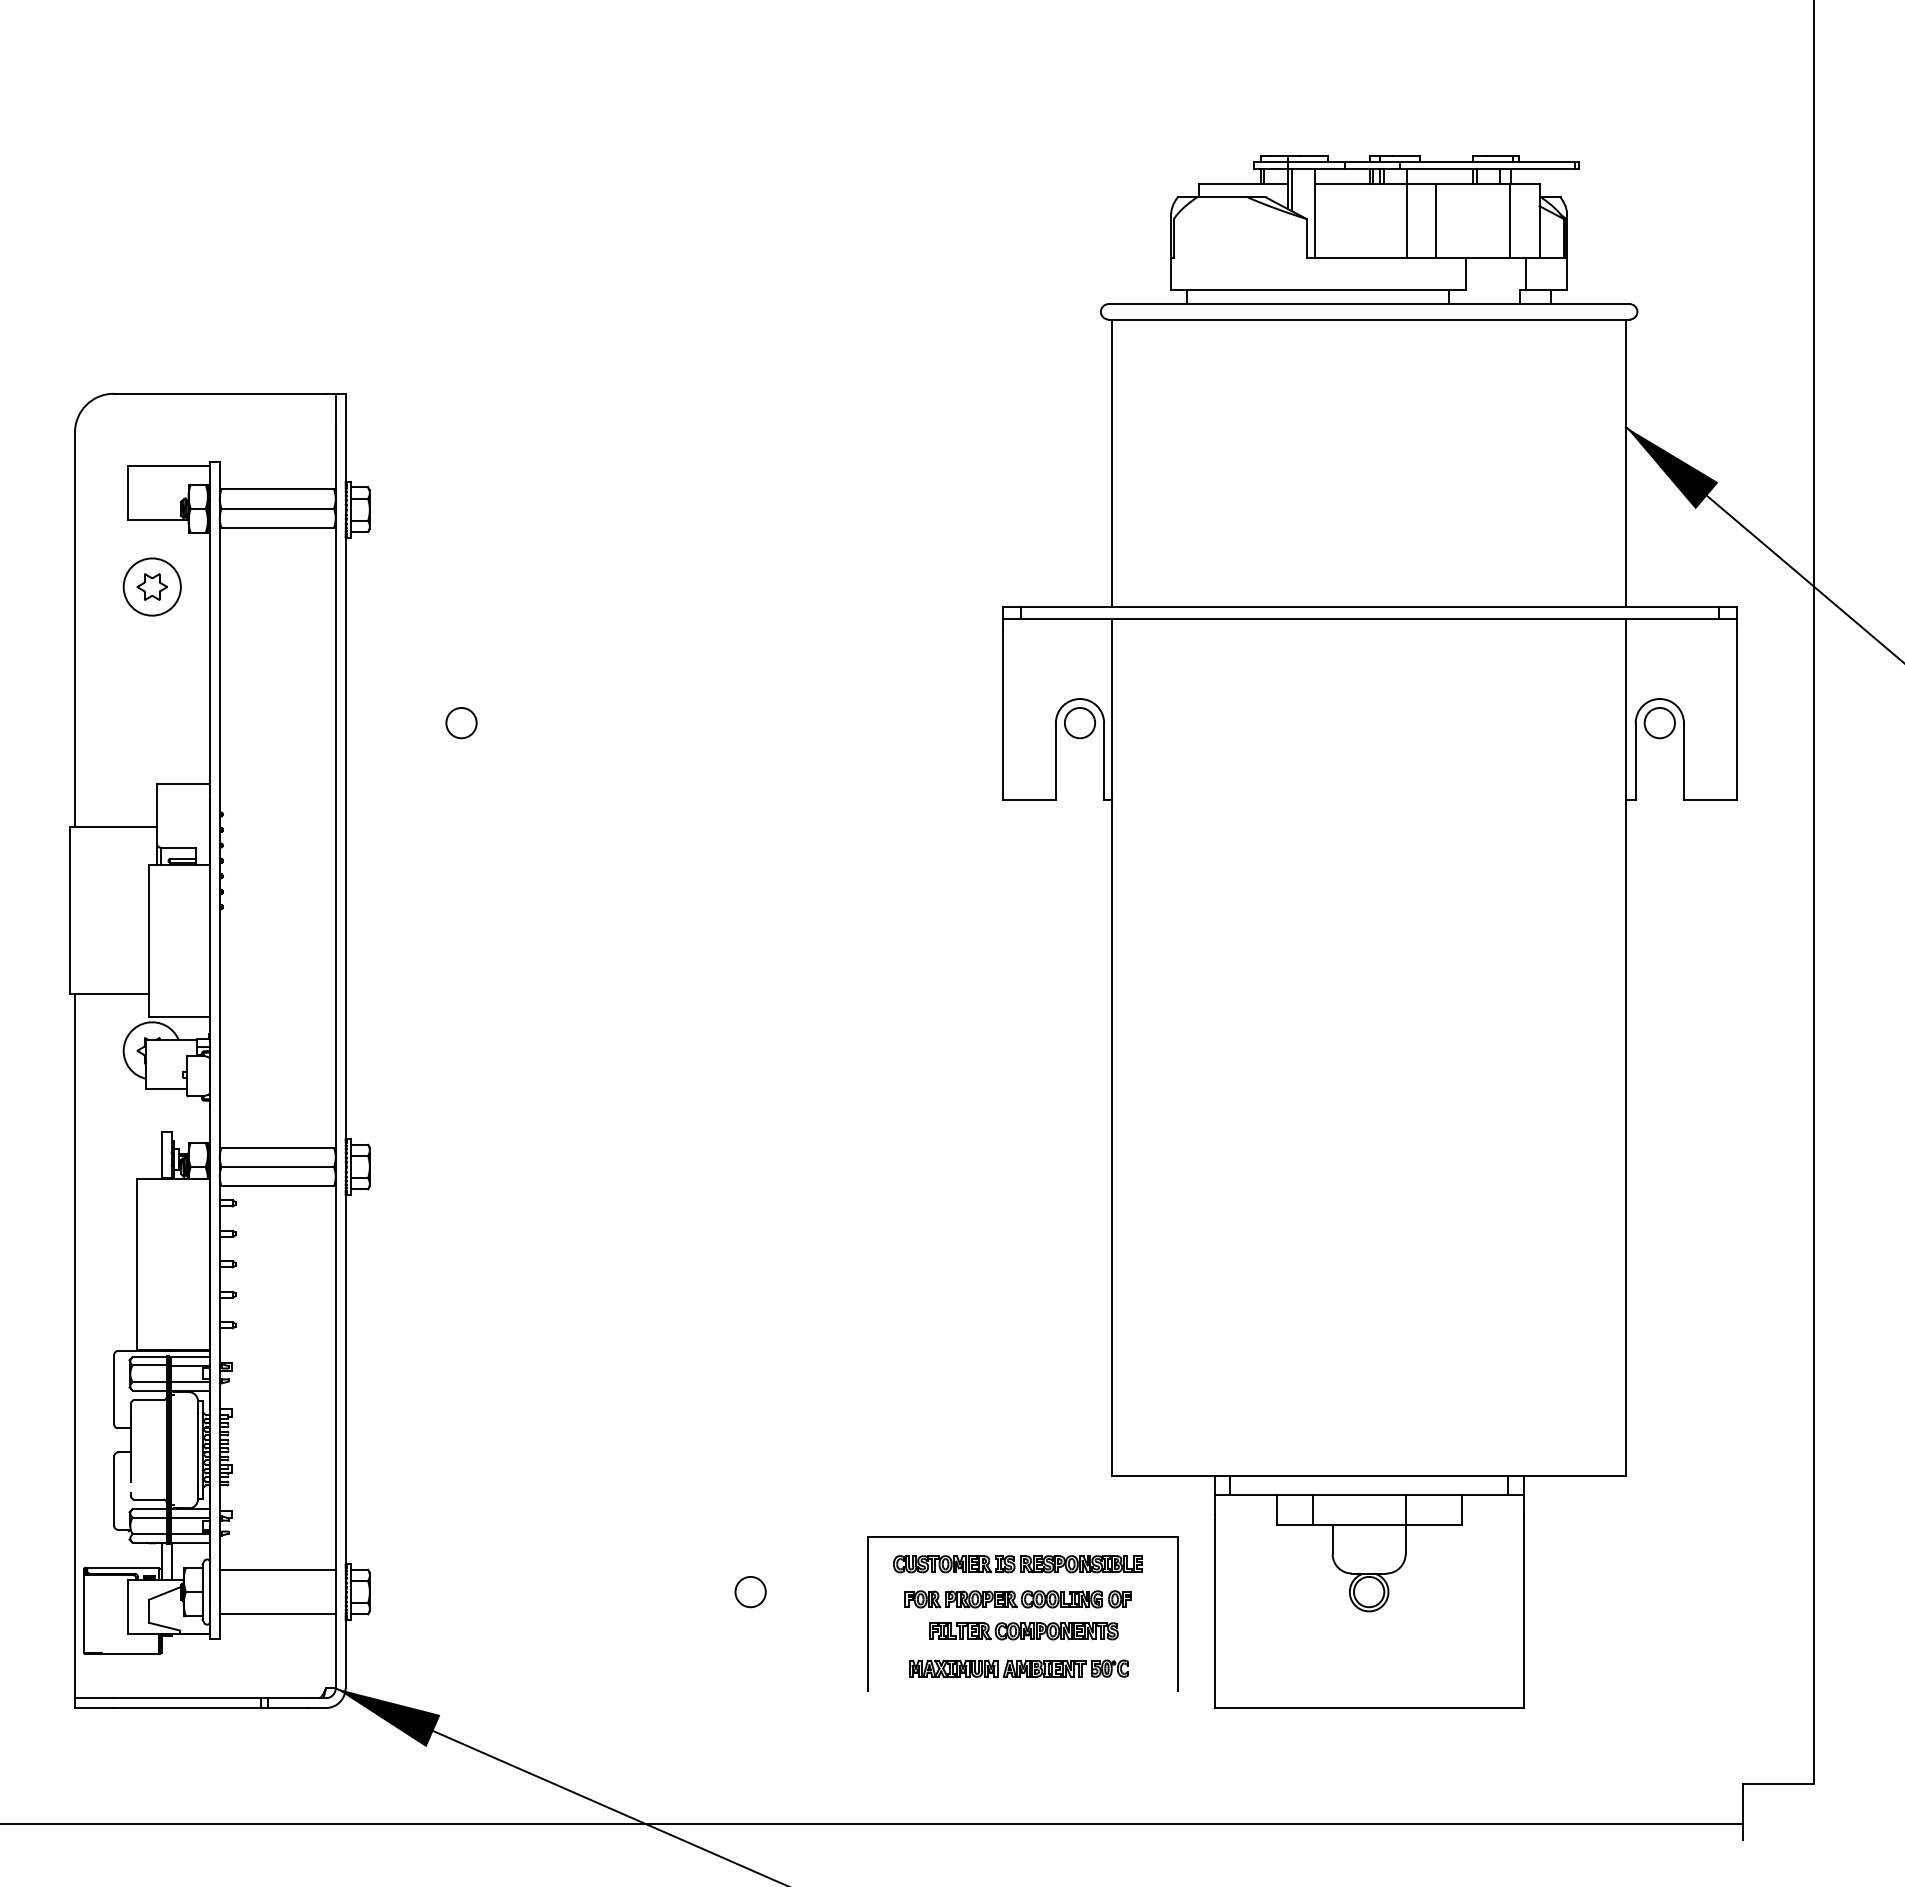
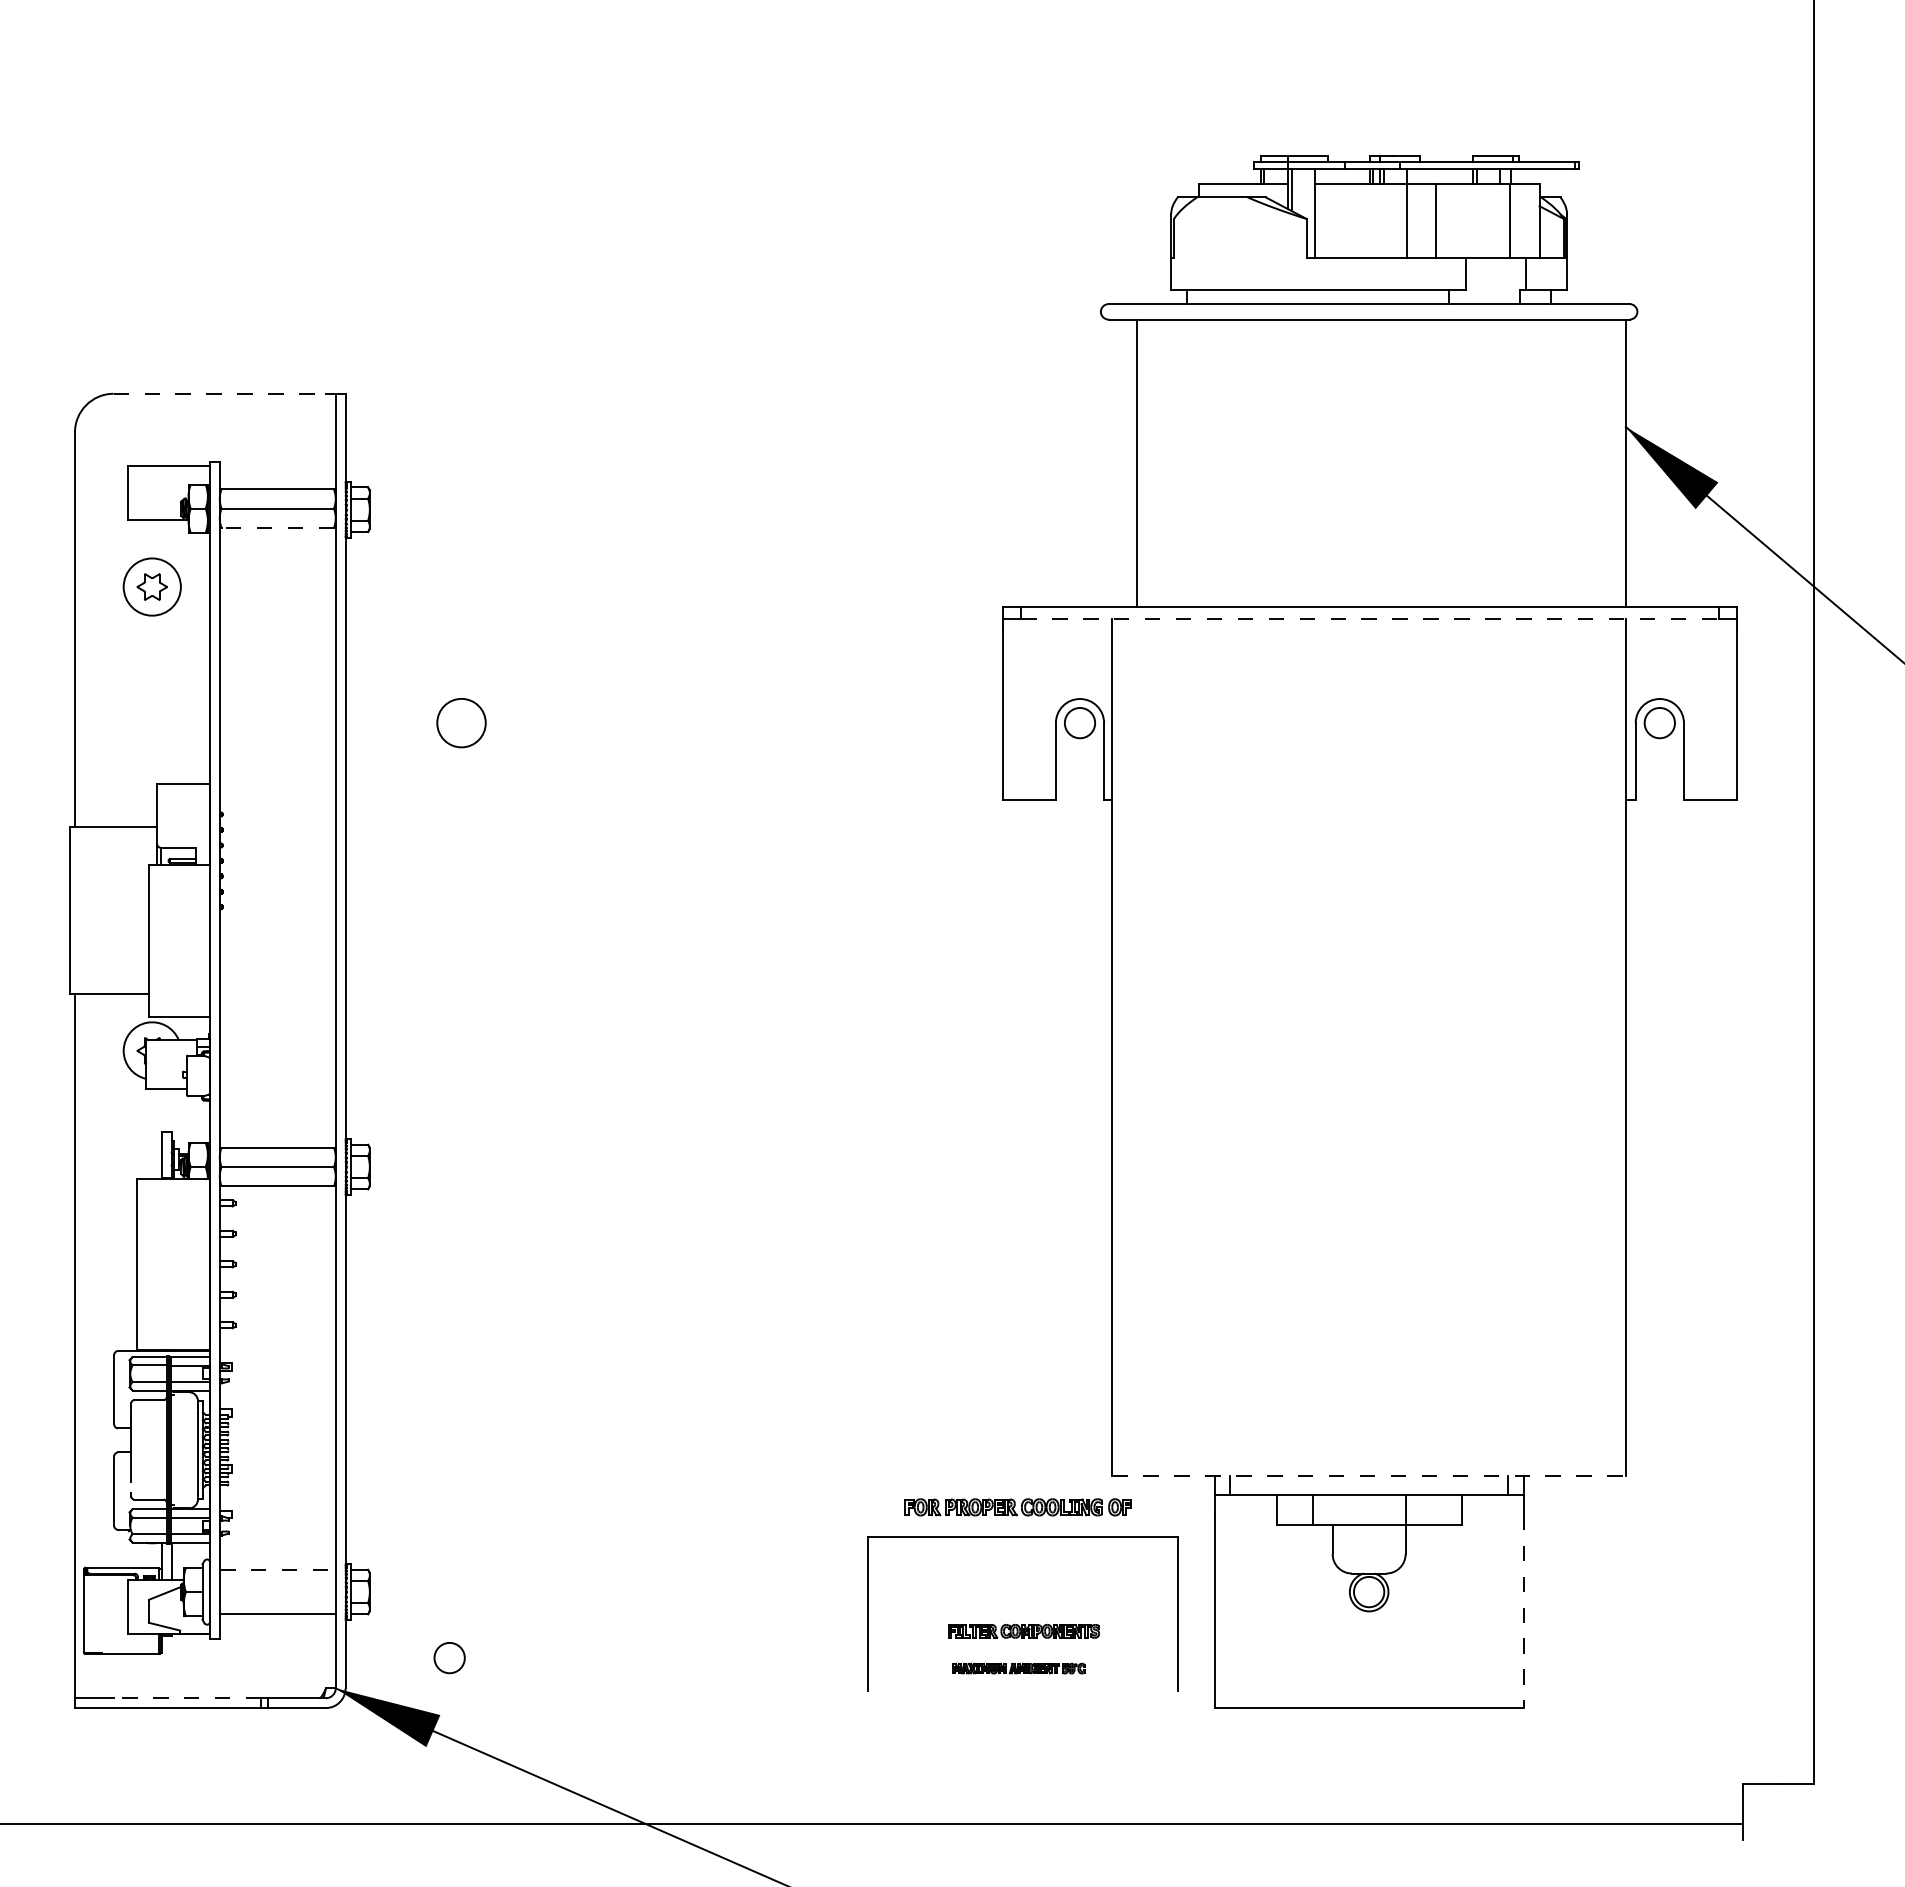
line at (220, 393): solid -> dashed
line at (1112, 463) position: (1112, 463) -> (1137, 463)
line at (277, 528): solid -> dashed
line at (1369, 618): solid -> dashed
circle at (461, 722) diameter: 30 px -> 48 px
line at (1369, 1476): solid -> dashed
part at (1017, 1564): present -> none
line at (277, 1569): solid -> dashed
circle at (750, 1592) position: (750, 1592) -> (449, 1658)
part at (1017, 1599) position: (1017, 1599) -> (1017, 1507)
line at (1523, 1611): solid -> dashed
part at (1023, 1631) size: 190x19 px -> 152x15 px
part at (1018, 1668) size: 220x19 px -> 134x13 px
line at (187, 1698): solid -> dashed
